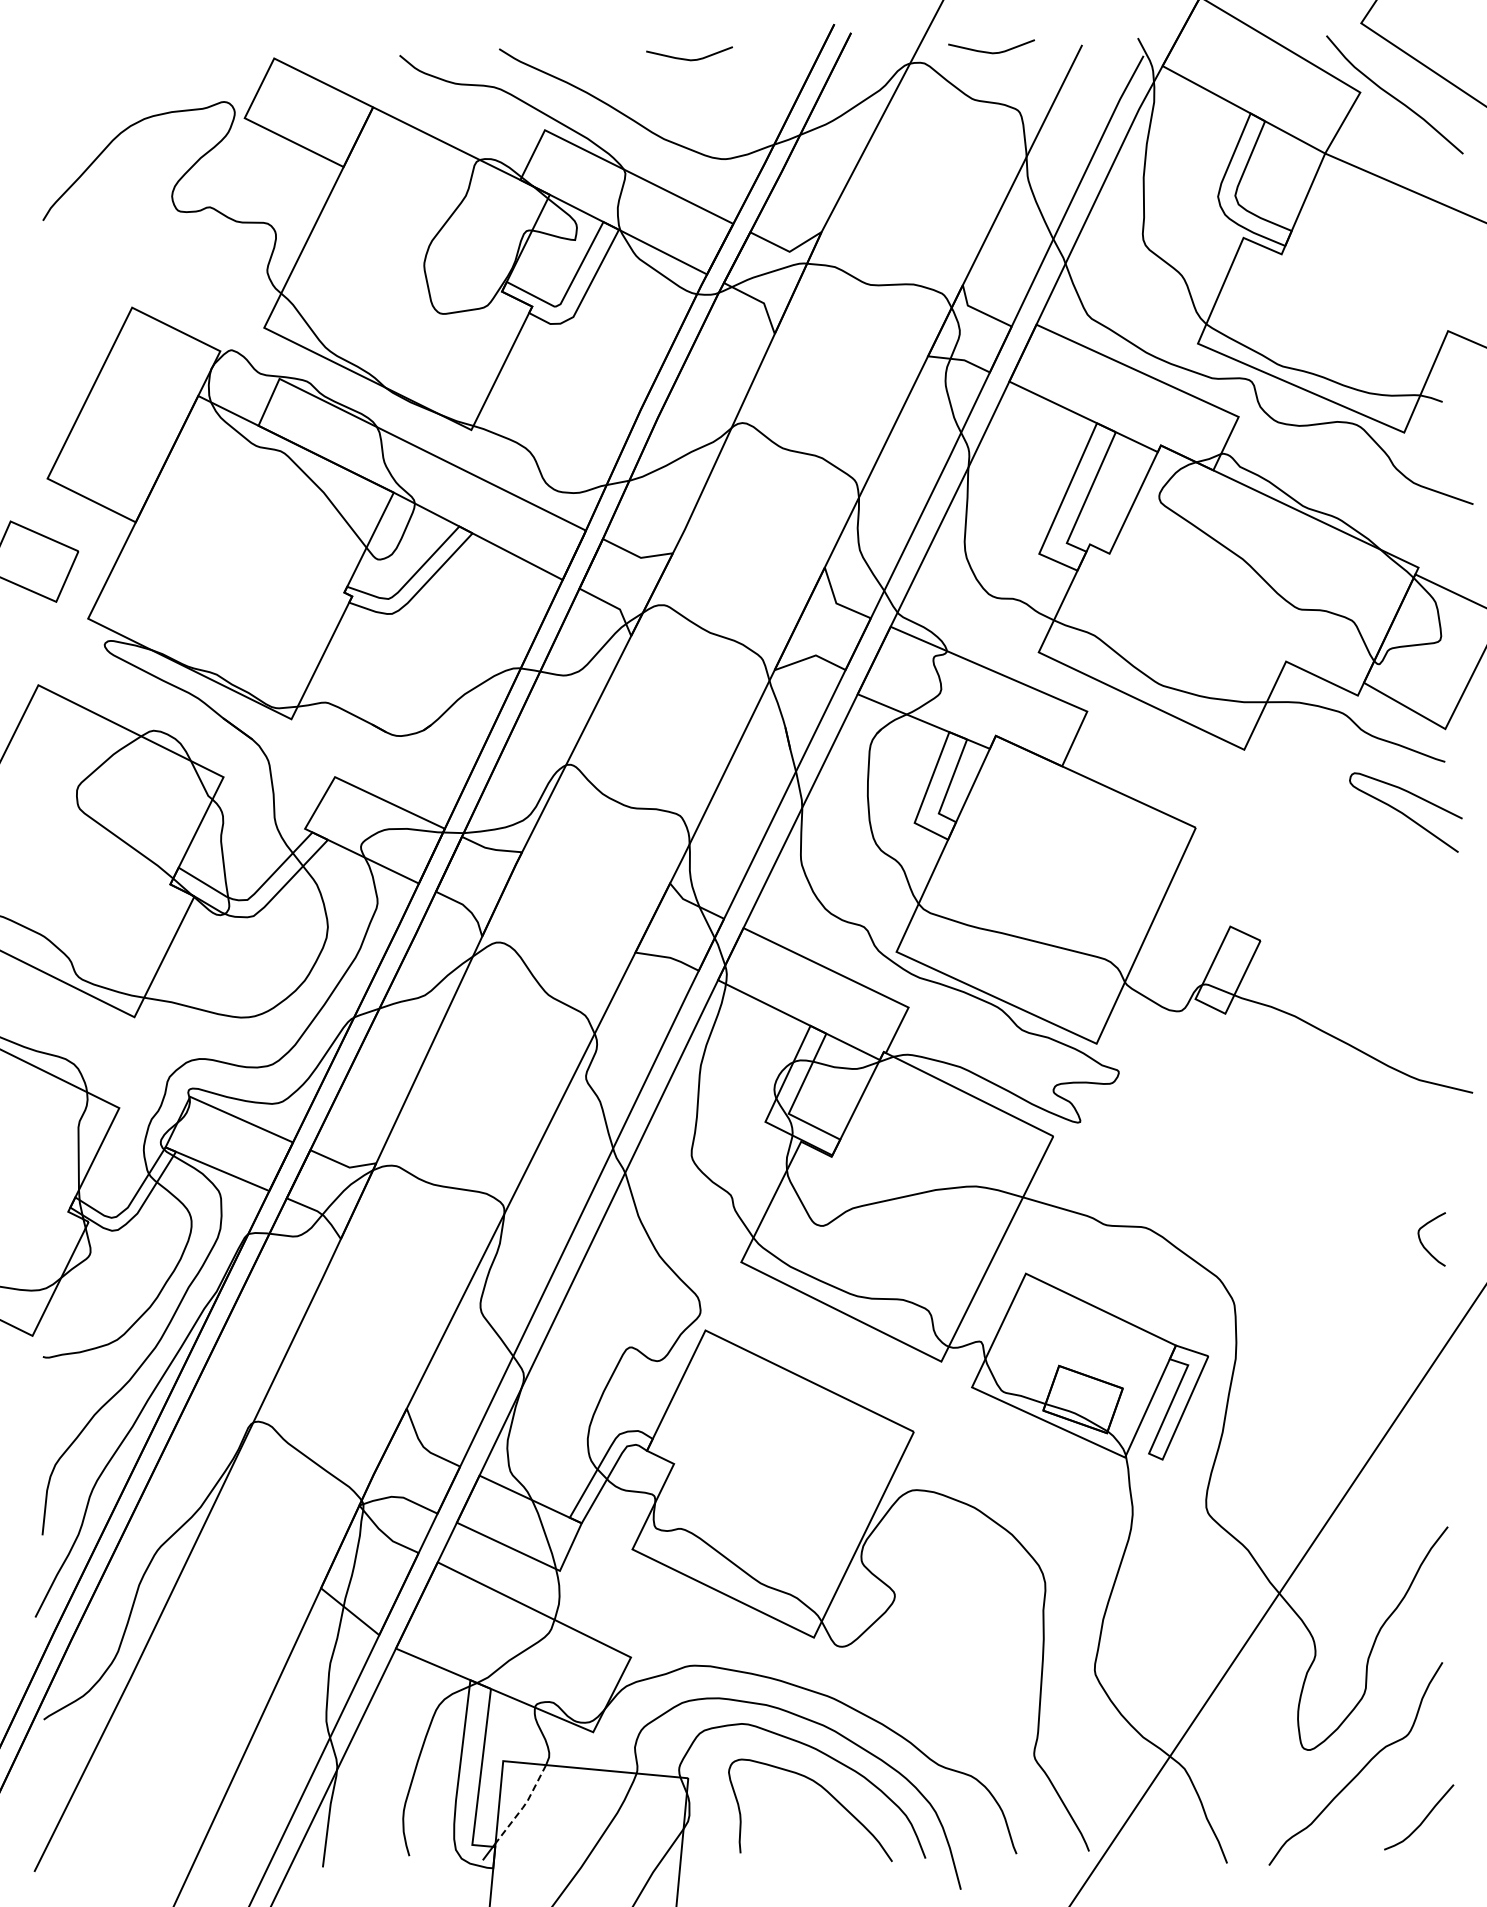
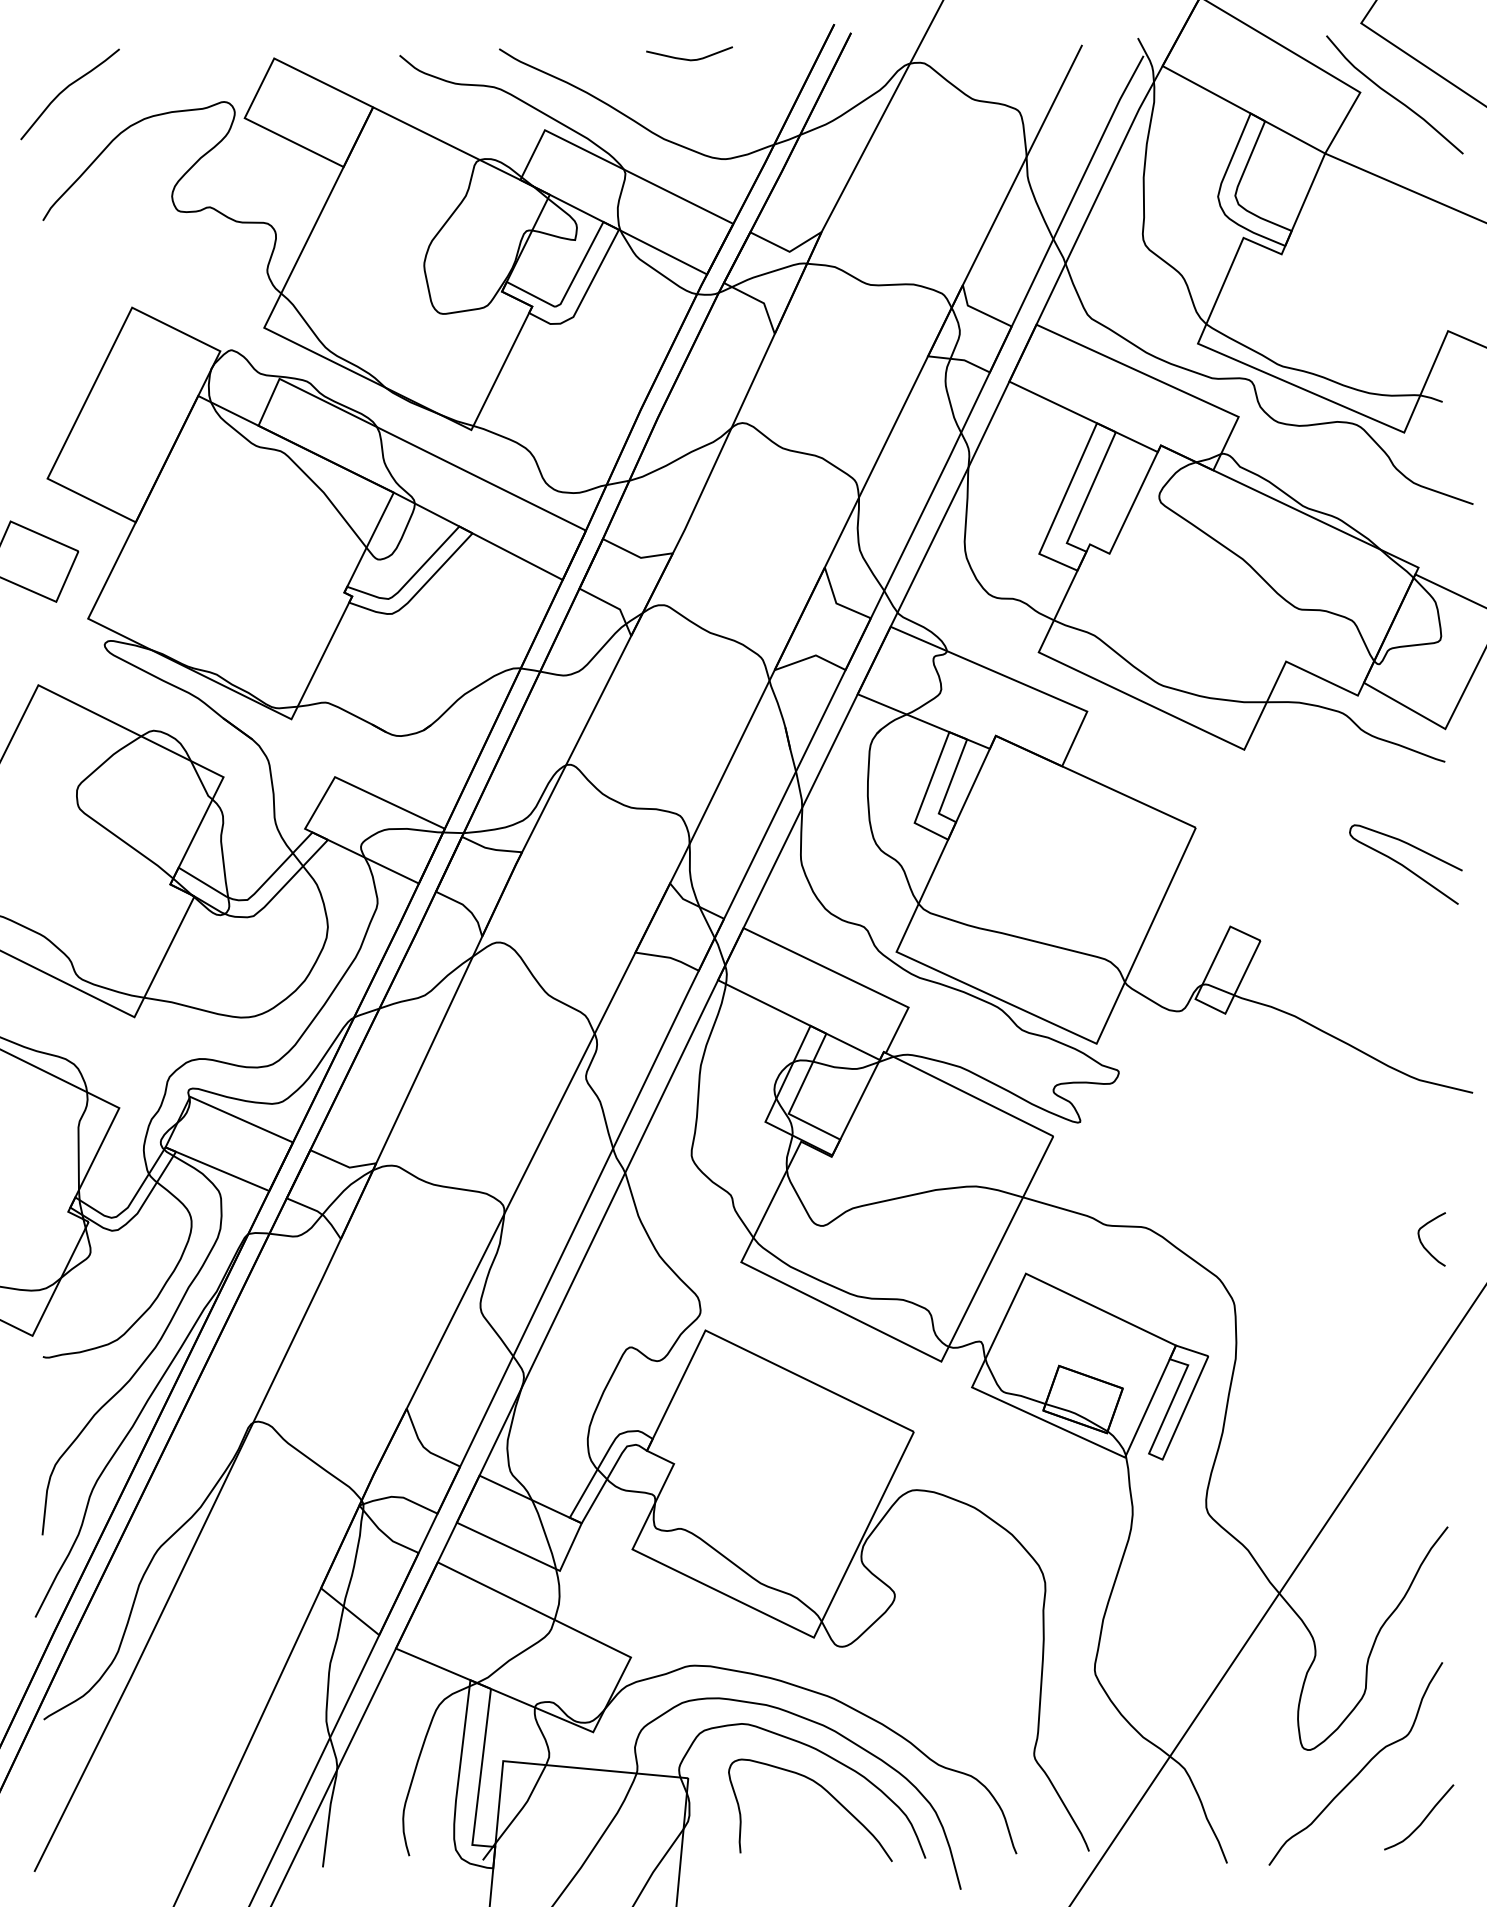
curve at (988, 51): present -> none
curve at (65, 90): none -> present
curve at (1404, 813) position: (1404, 813) -> (1404, 865)
line at (523, 1806): dashed -> solid
